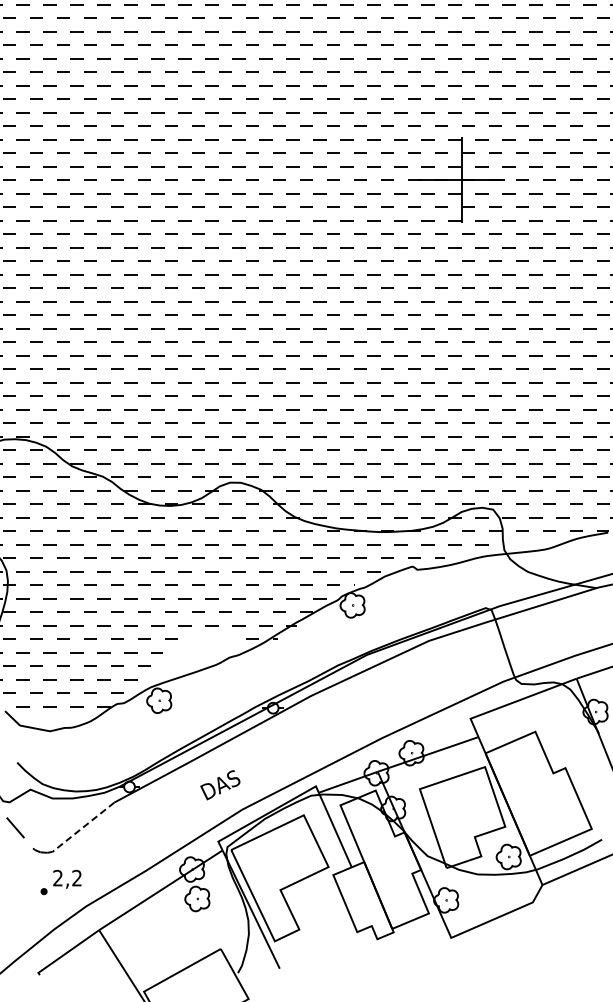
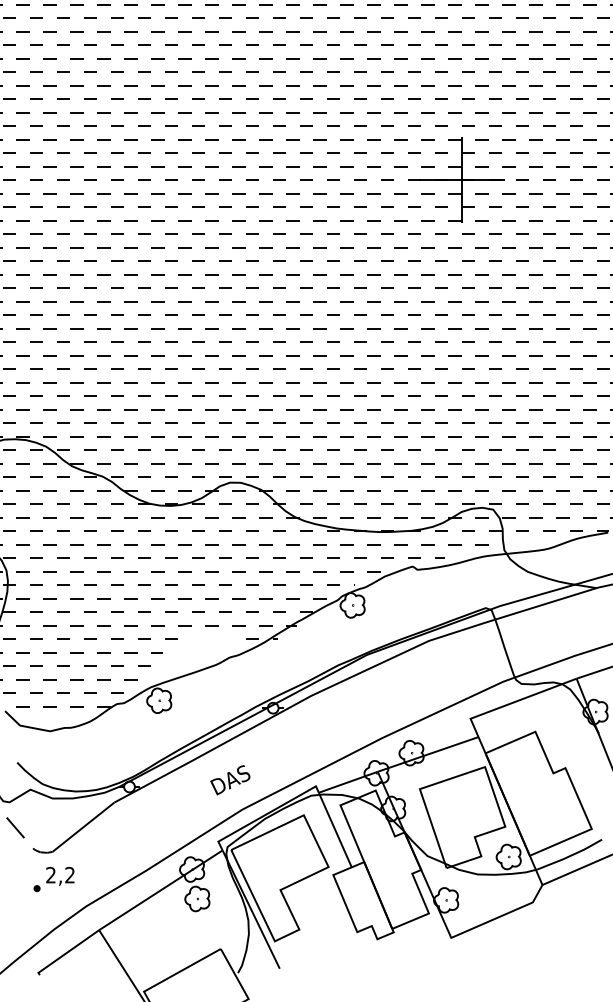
text at (220, 785) position: (220, 785) -> (230, 780)
line at (83, 827): dashed -> solid
part at (60, 882) position: (60, 882) -> (53, 879)
